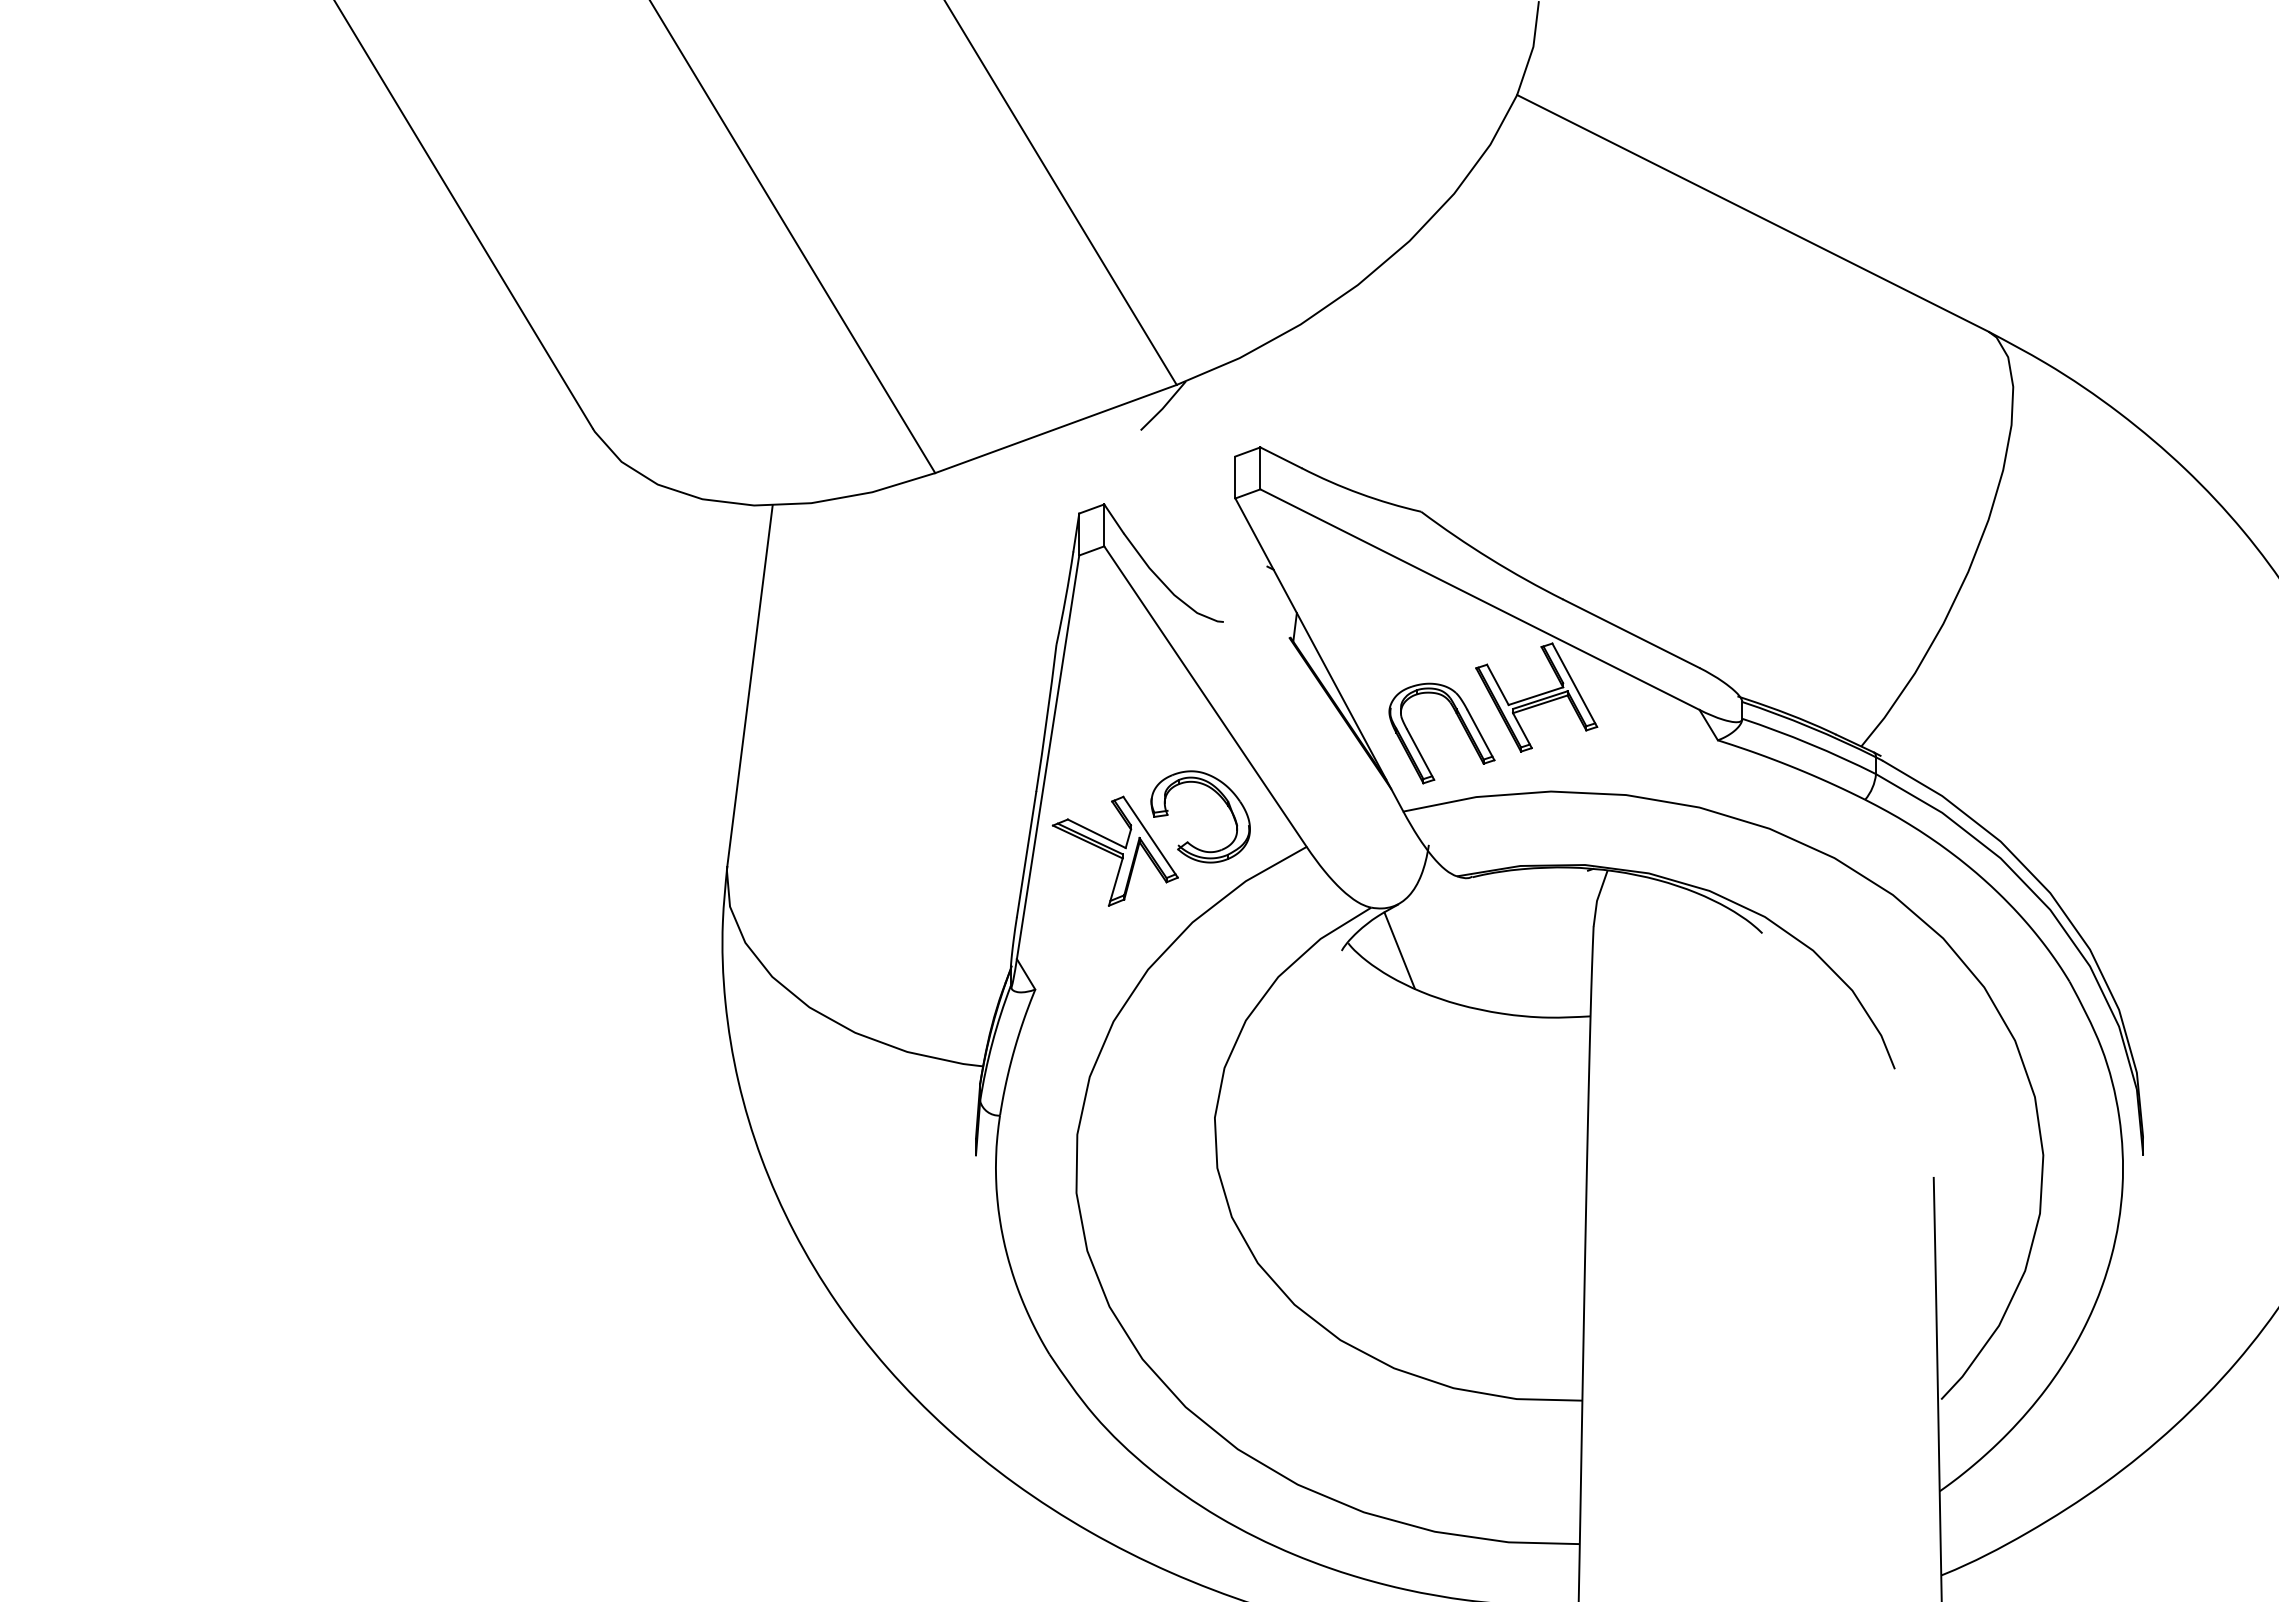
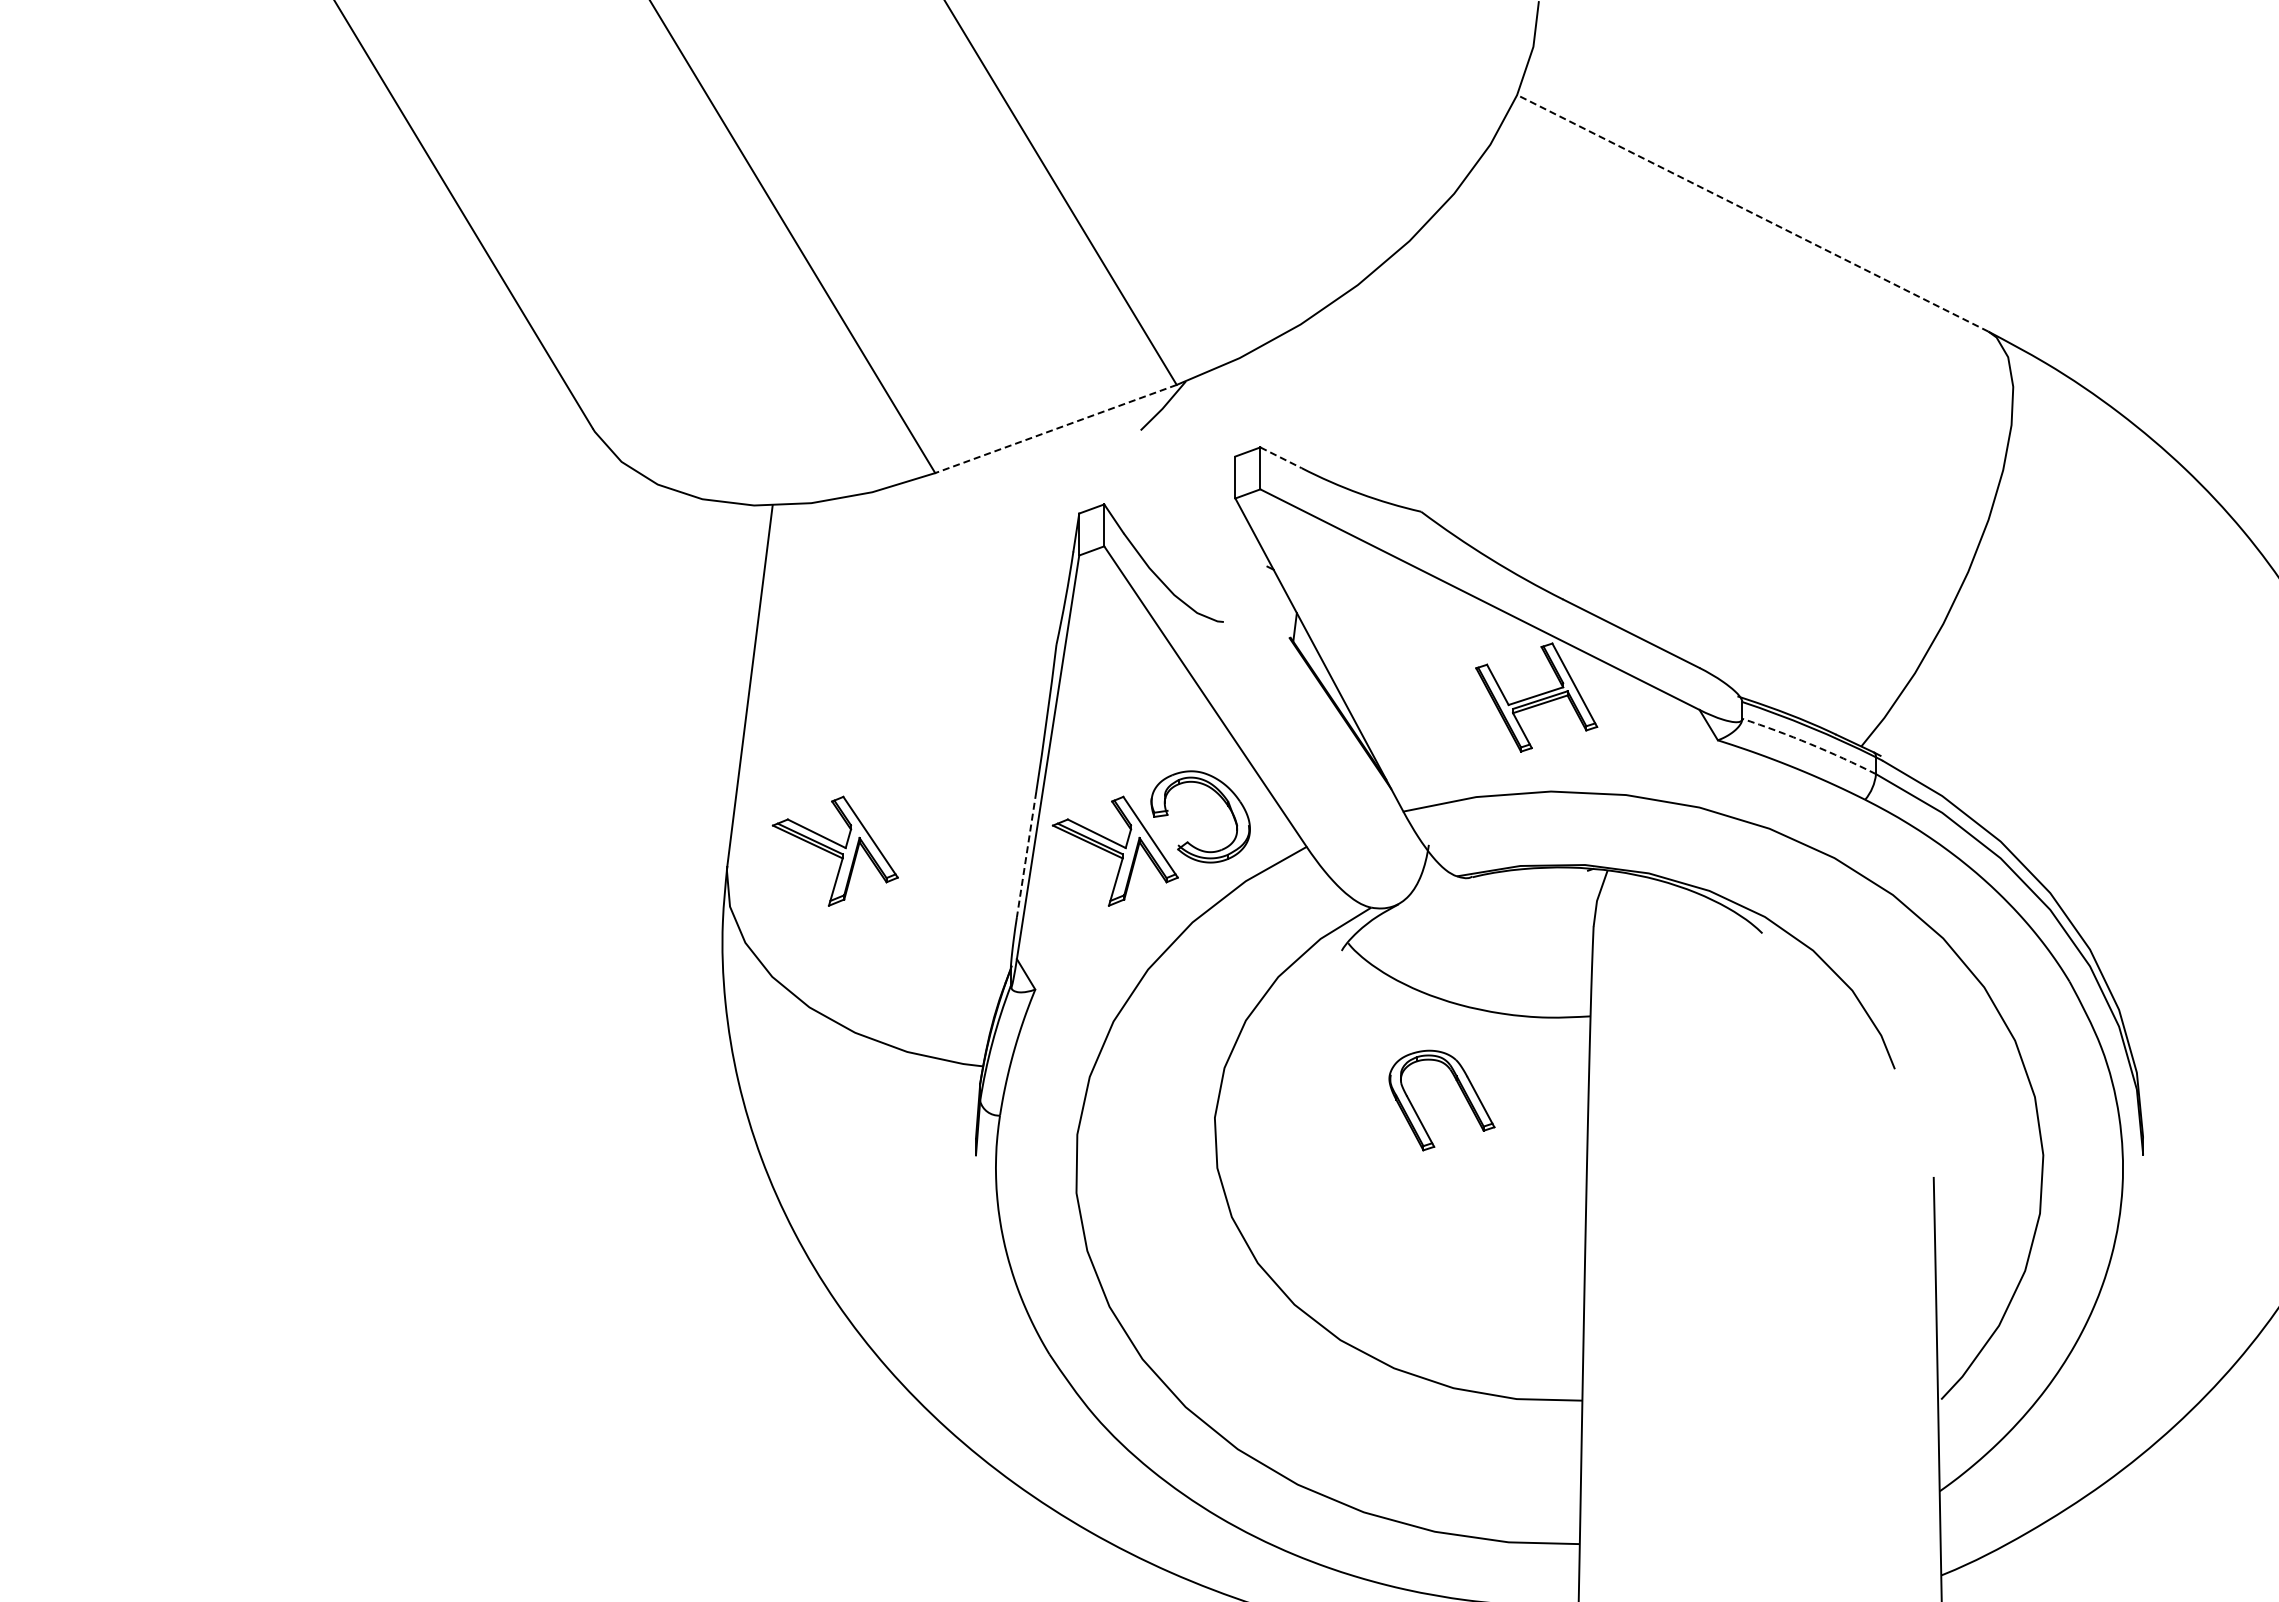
line at (1752, 213): solid -> dashed
line at (1055, 429): solid -> dashed
line at (1281, 458): solid -> dashed
part at (1461, 724) position: (1461, 724) -> (1461, 1091)
arc at (1810, 744): solid -> dashed
part at (834, 850): none -> present
line at (1026, 855): solid -> dashed
line at (1399, 950): present -> none
